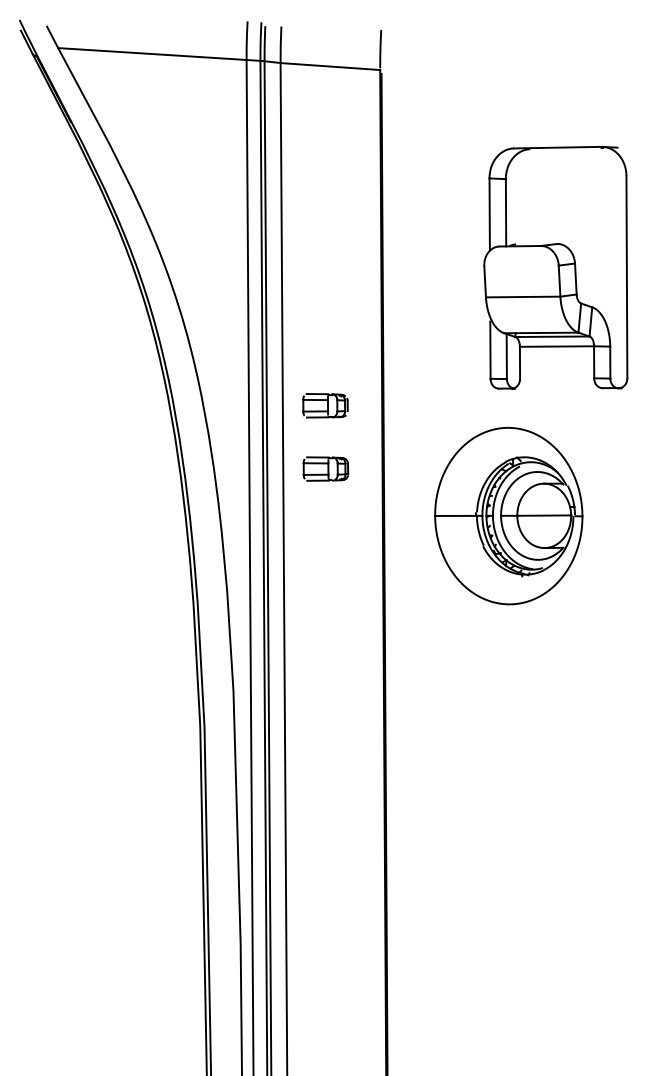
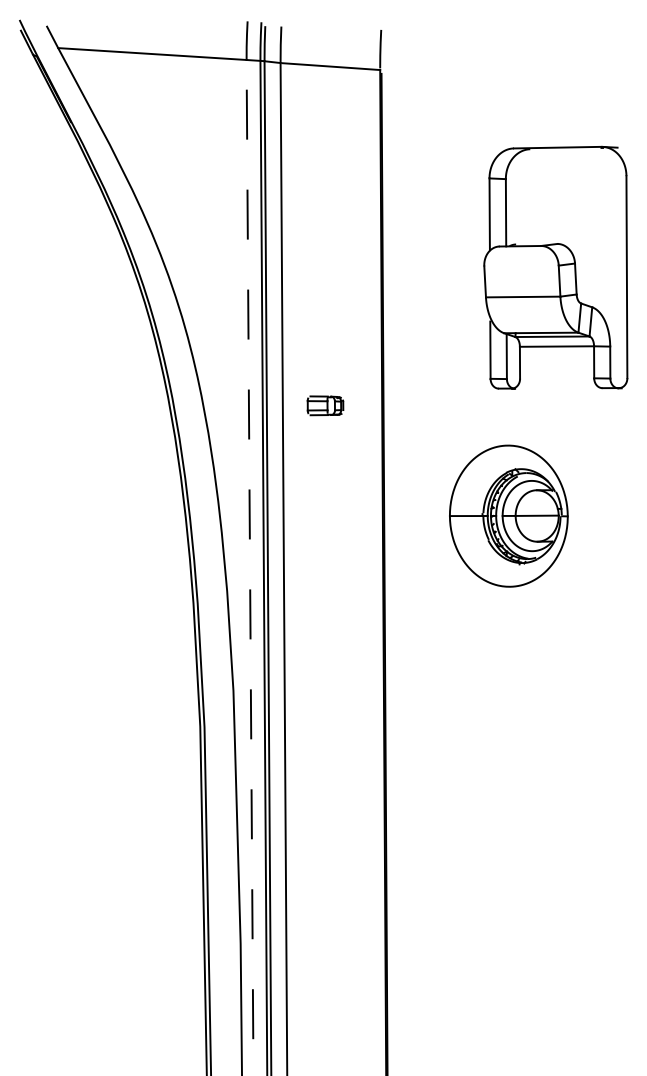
part at (325, 405) size: 47x26 px -> 39x22 px
part at (325, 468): present -> none
part at (508, 516) size: 150x179 px -> 120x144 px
line at (250, 567): solid -> dashed
